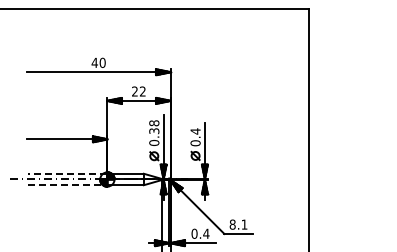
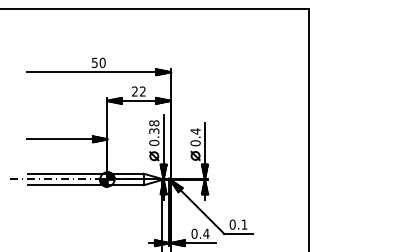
text at (94, 62): 40 -> 50
line at (67, 173): dashed -> solid
line at (67, 185): dashed -> solid
text at (232, 224): 8.1 -> 0.1
